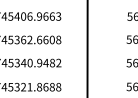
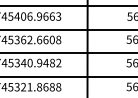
line at (68, 5): none -> present
line at (68, 29): none -> present
line at (68, 53): none -> present
line at (68, 76): none -> present
